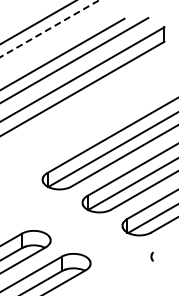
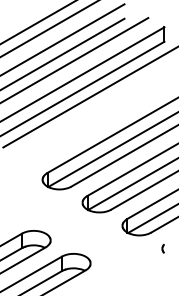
line at (49, 28): dashed -> solid
line at (63, 39): none -> present
line at (89, 97): none -> present
curve at (151, 256) position: (151, 256) -> (162, 248)
